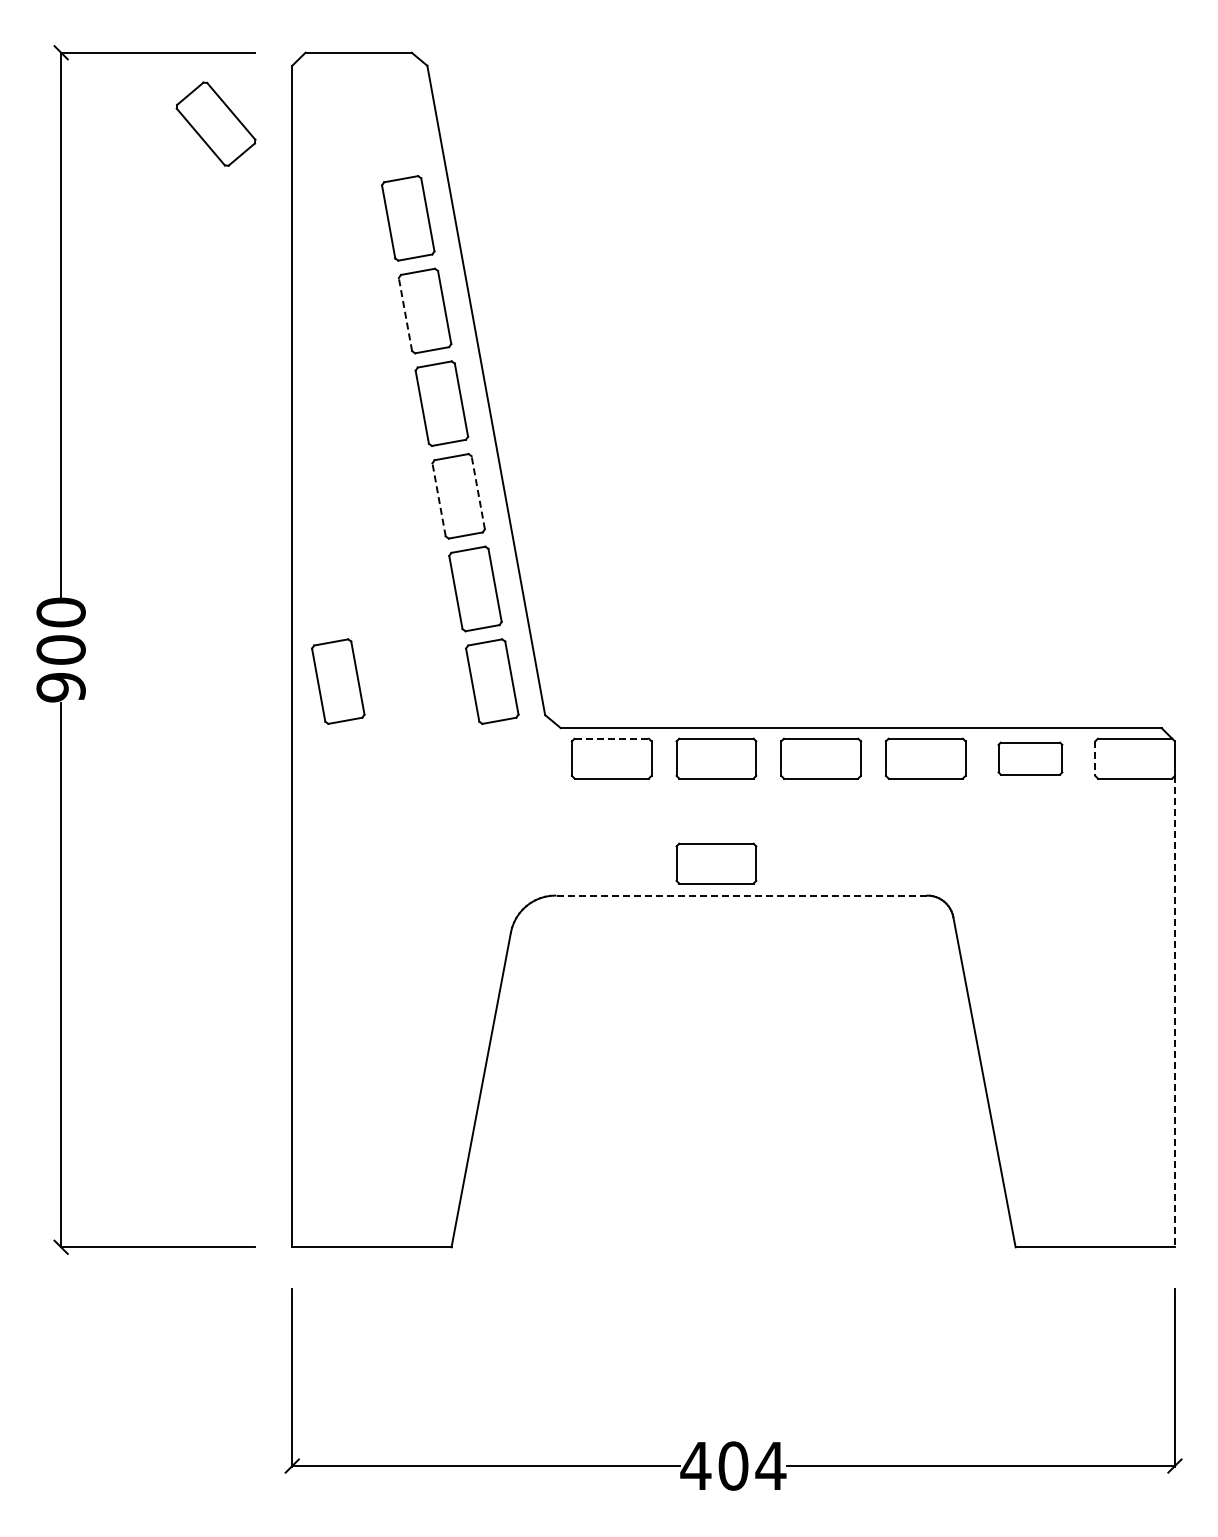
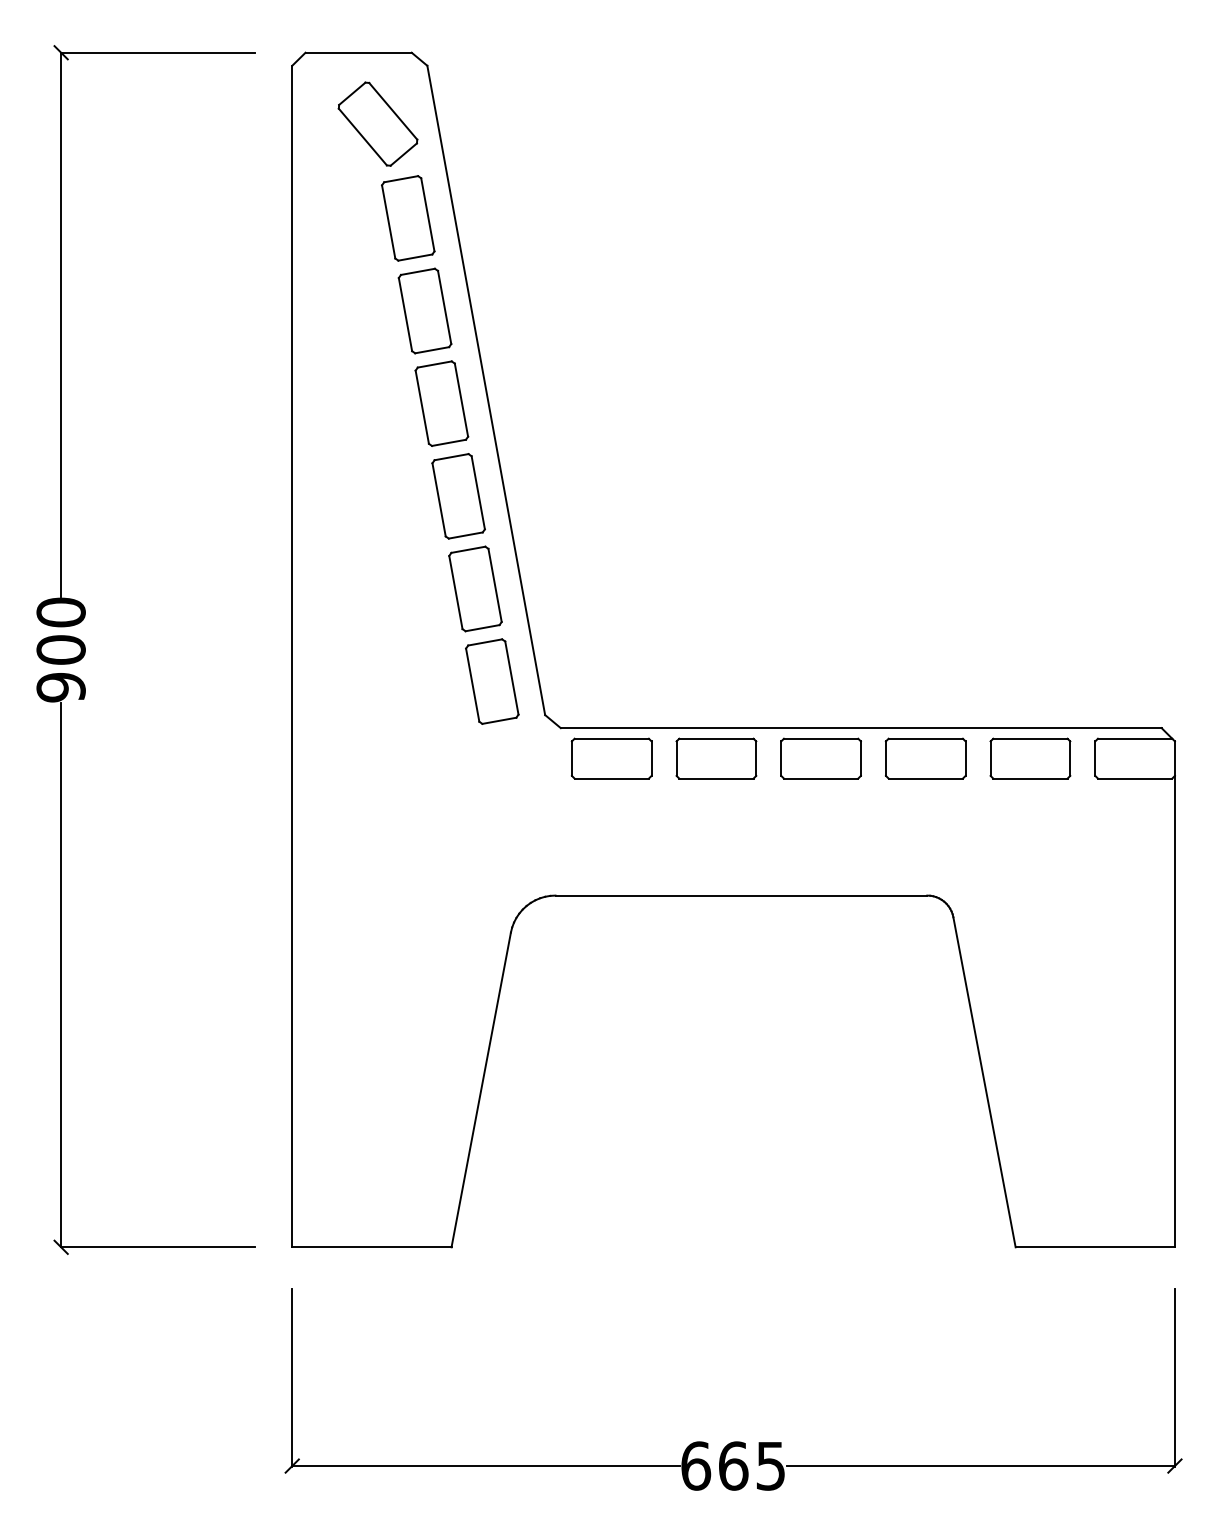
part at (215, 123) position: (215, 123) -> (377, 123)
line at (405, 314): dashed -> solid
line at (478, 492): dashed -> solid
line at (439, 499): dashed -> solid
part at (338, 681): present -> none
line at (612, 738): dashed -> solid
part at (1030, 758) size: 67x35 px -> 83x43 px
line at (1095, 759): dashed -> solid
part at (716, 863): present -> none
line at (741, 895): dashed -> solid
line at (1174, 1011): dashed -> solid
text at (733, 1465): 404 -> 665
